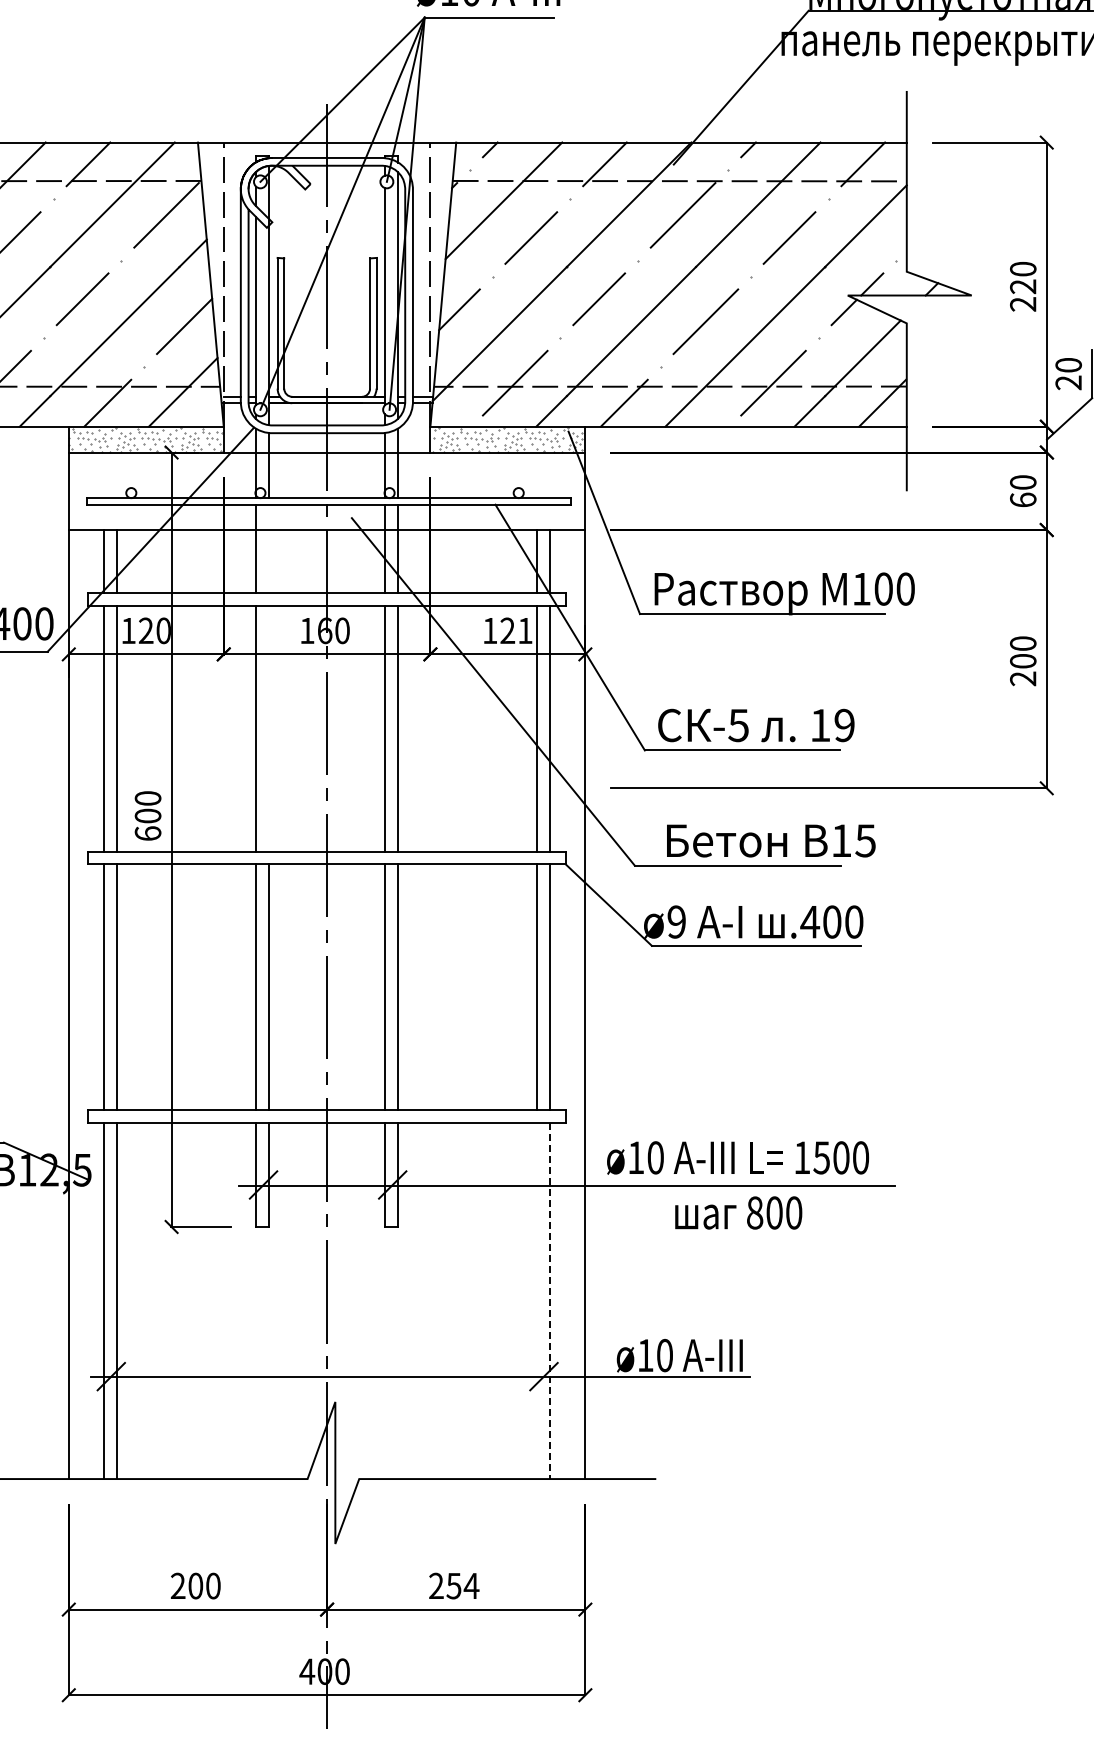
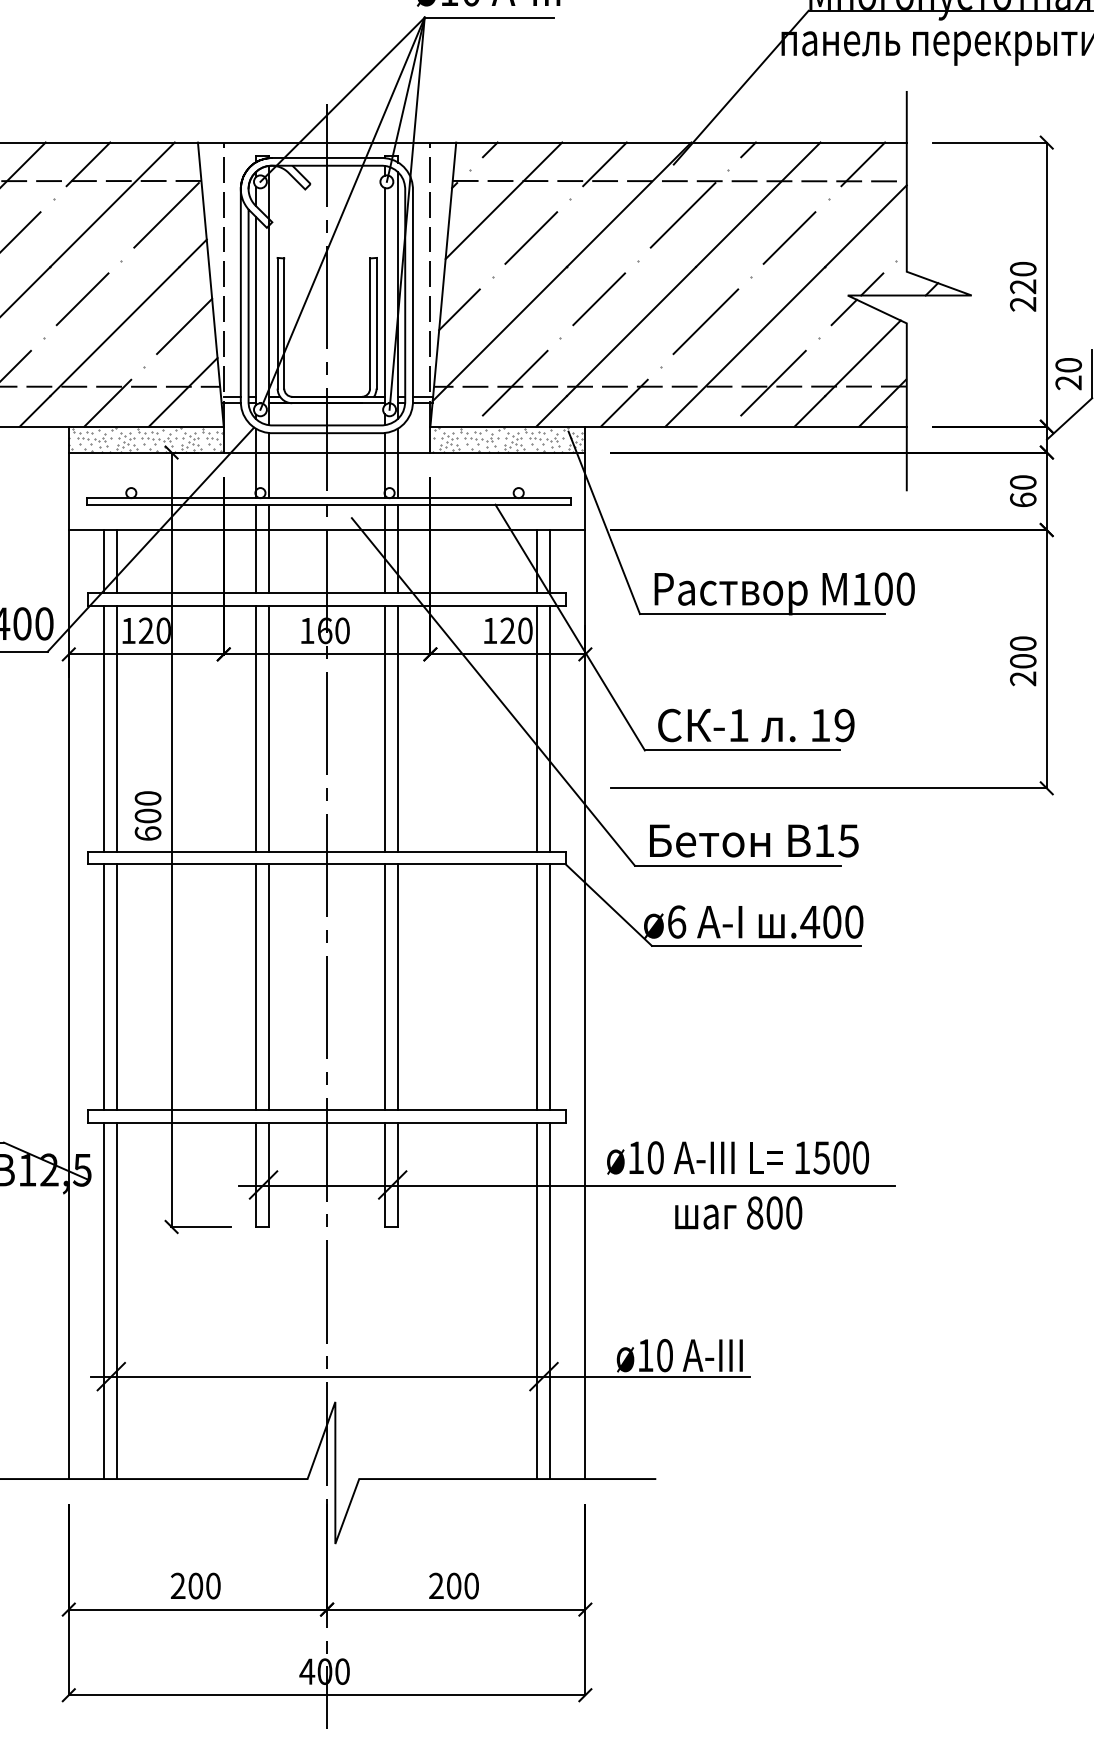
line at (269, 548): none -> present
text at (525, 630): 121 -> 120
text at (738, 725): -5 -> -1
line at (269, 728): none -> present
text at (771, 840) position: (771, 840) -> (754, 840)
text at (676, 921): ø9 -> ø6
line at (536, 1300): none -> present
line at (549, 1301): dashed -> solid
text at (462, 1585): 254 -> 200
